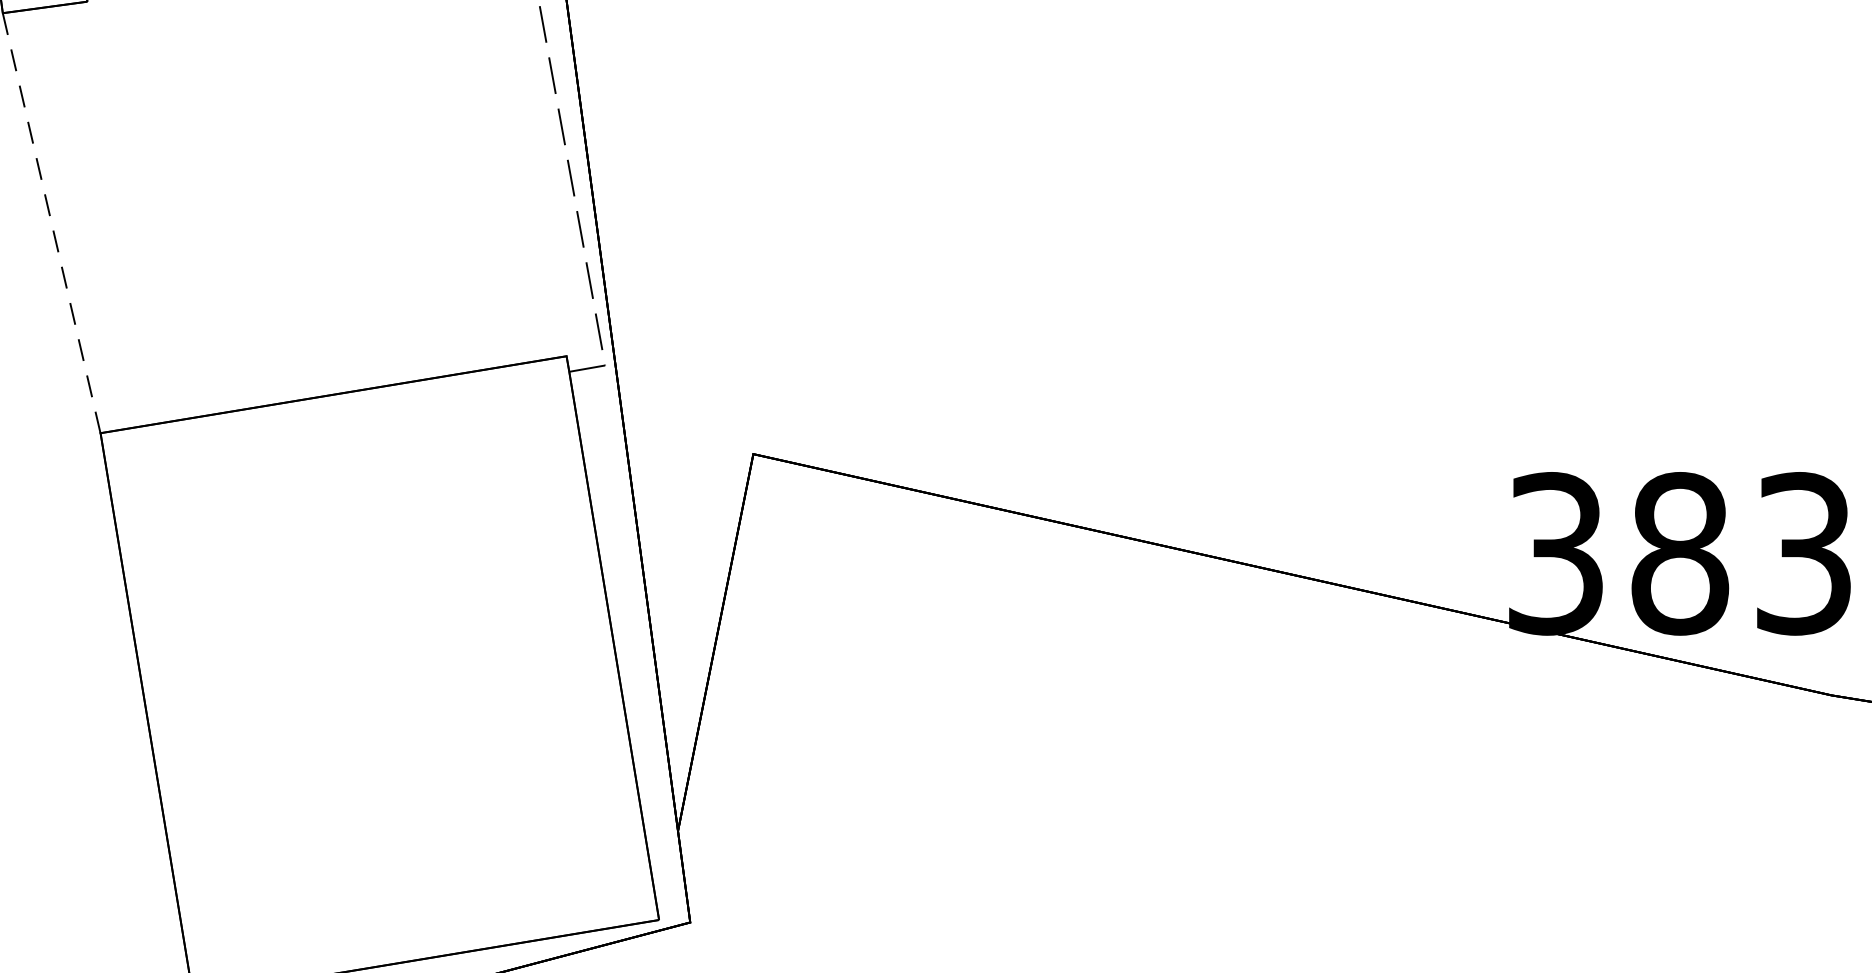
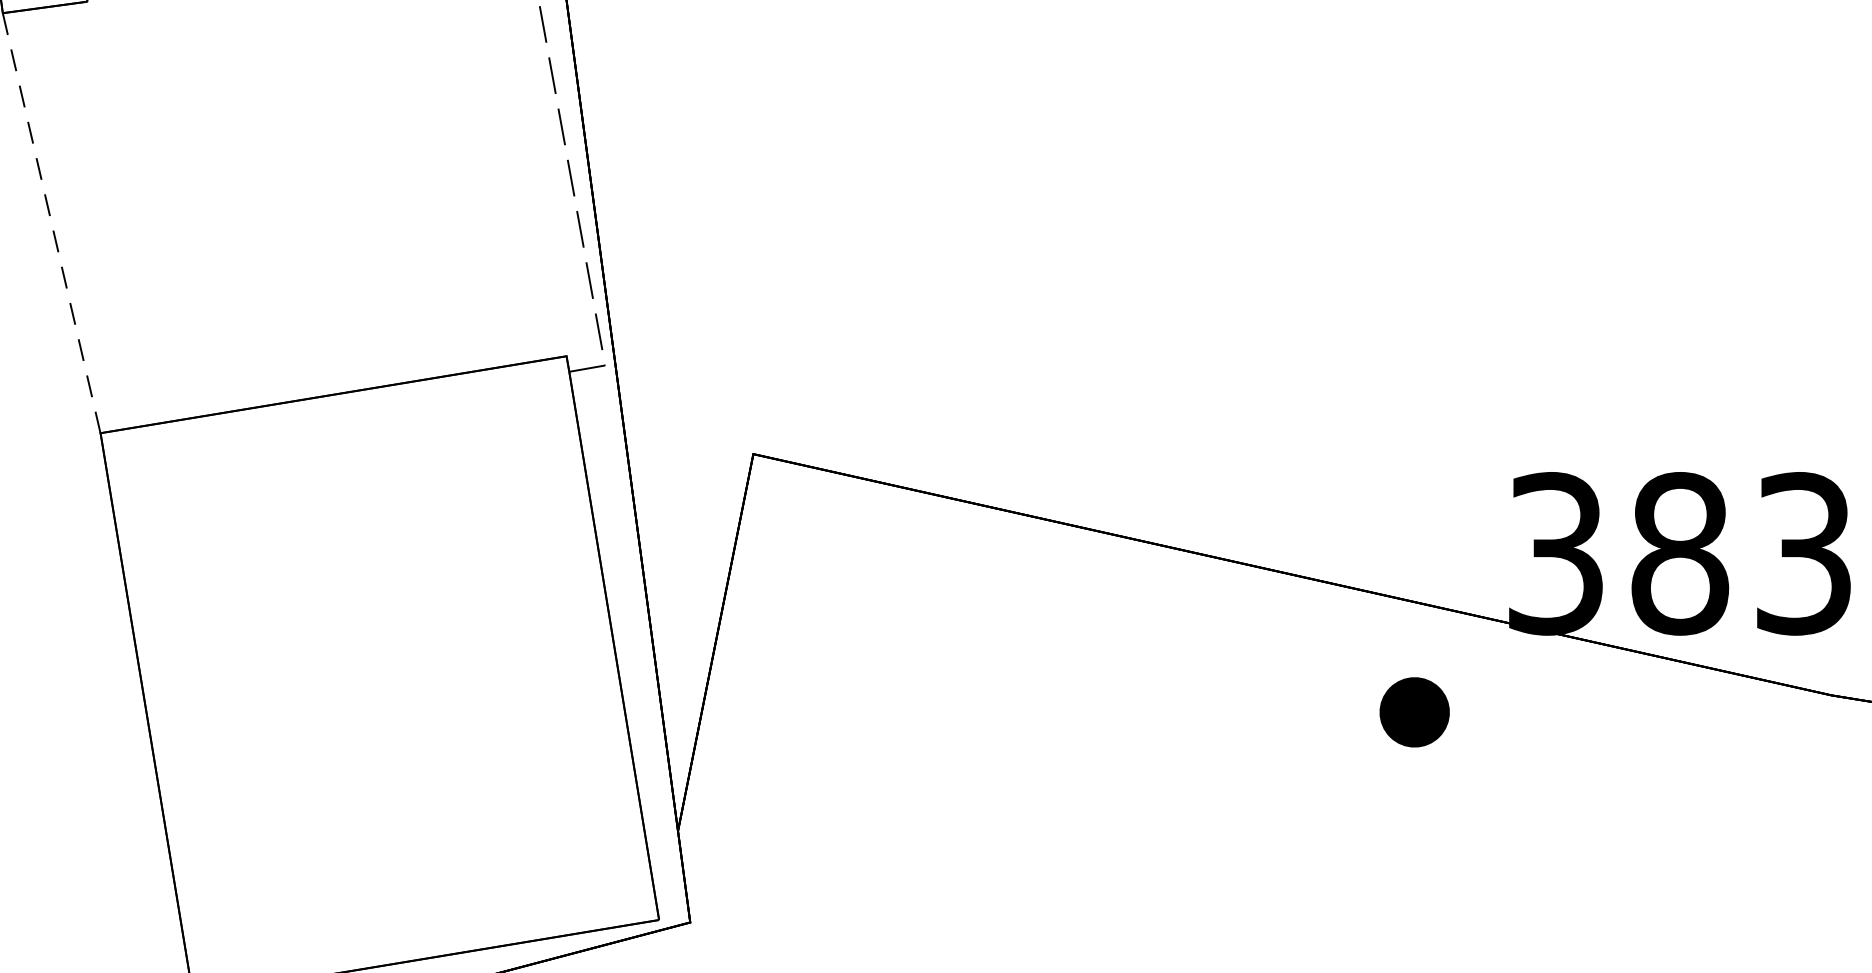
part at (1414, 712): none -> present
